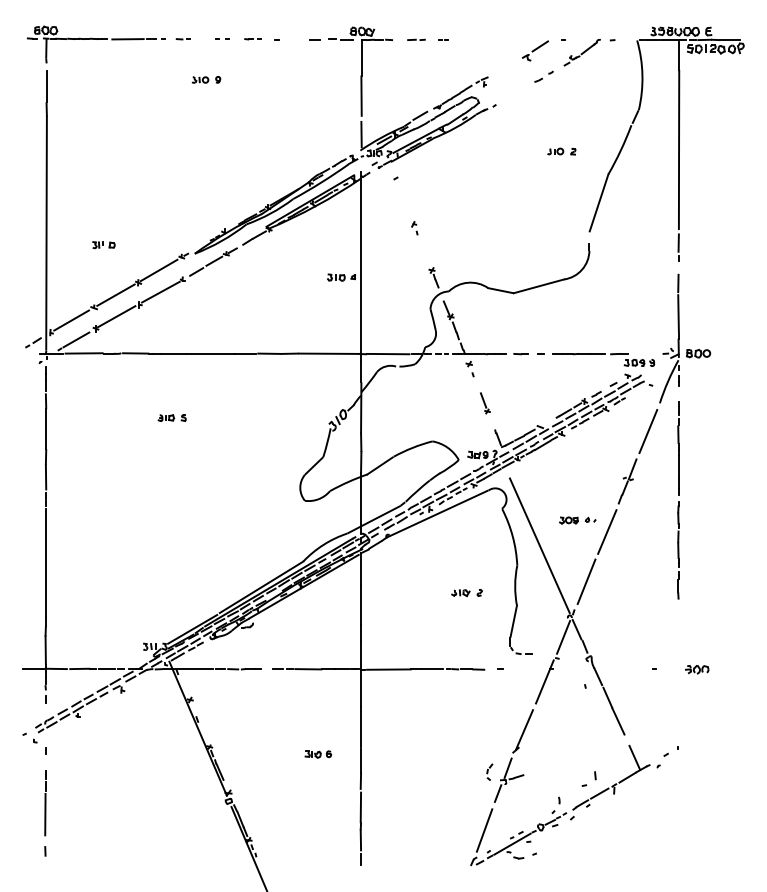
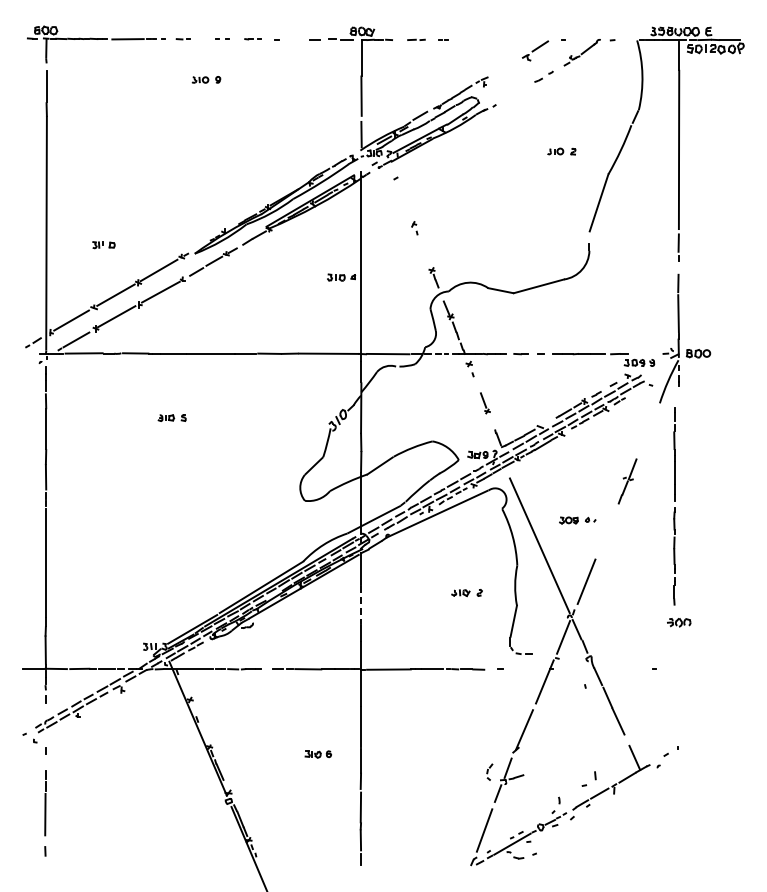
line at (648, 431): present -> none
line at (678, 501) position: (678, 501) -> (674, 507)
line at (607, 531): present -> none
line at (361, 605): solid -> dashed
part at (697, 669) position: (697, 669) -> (679, 622)
